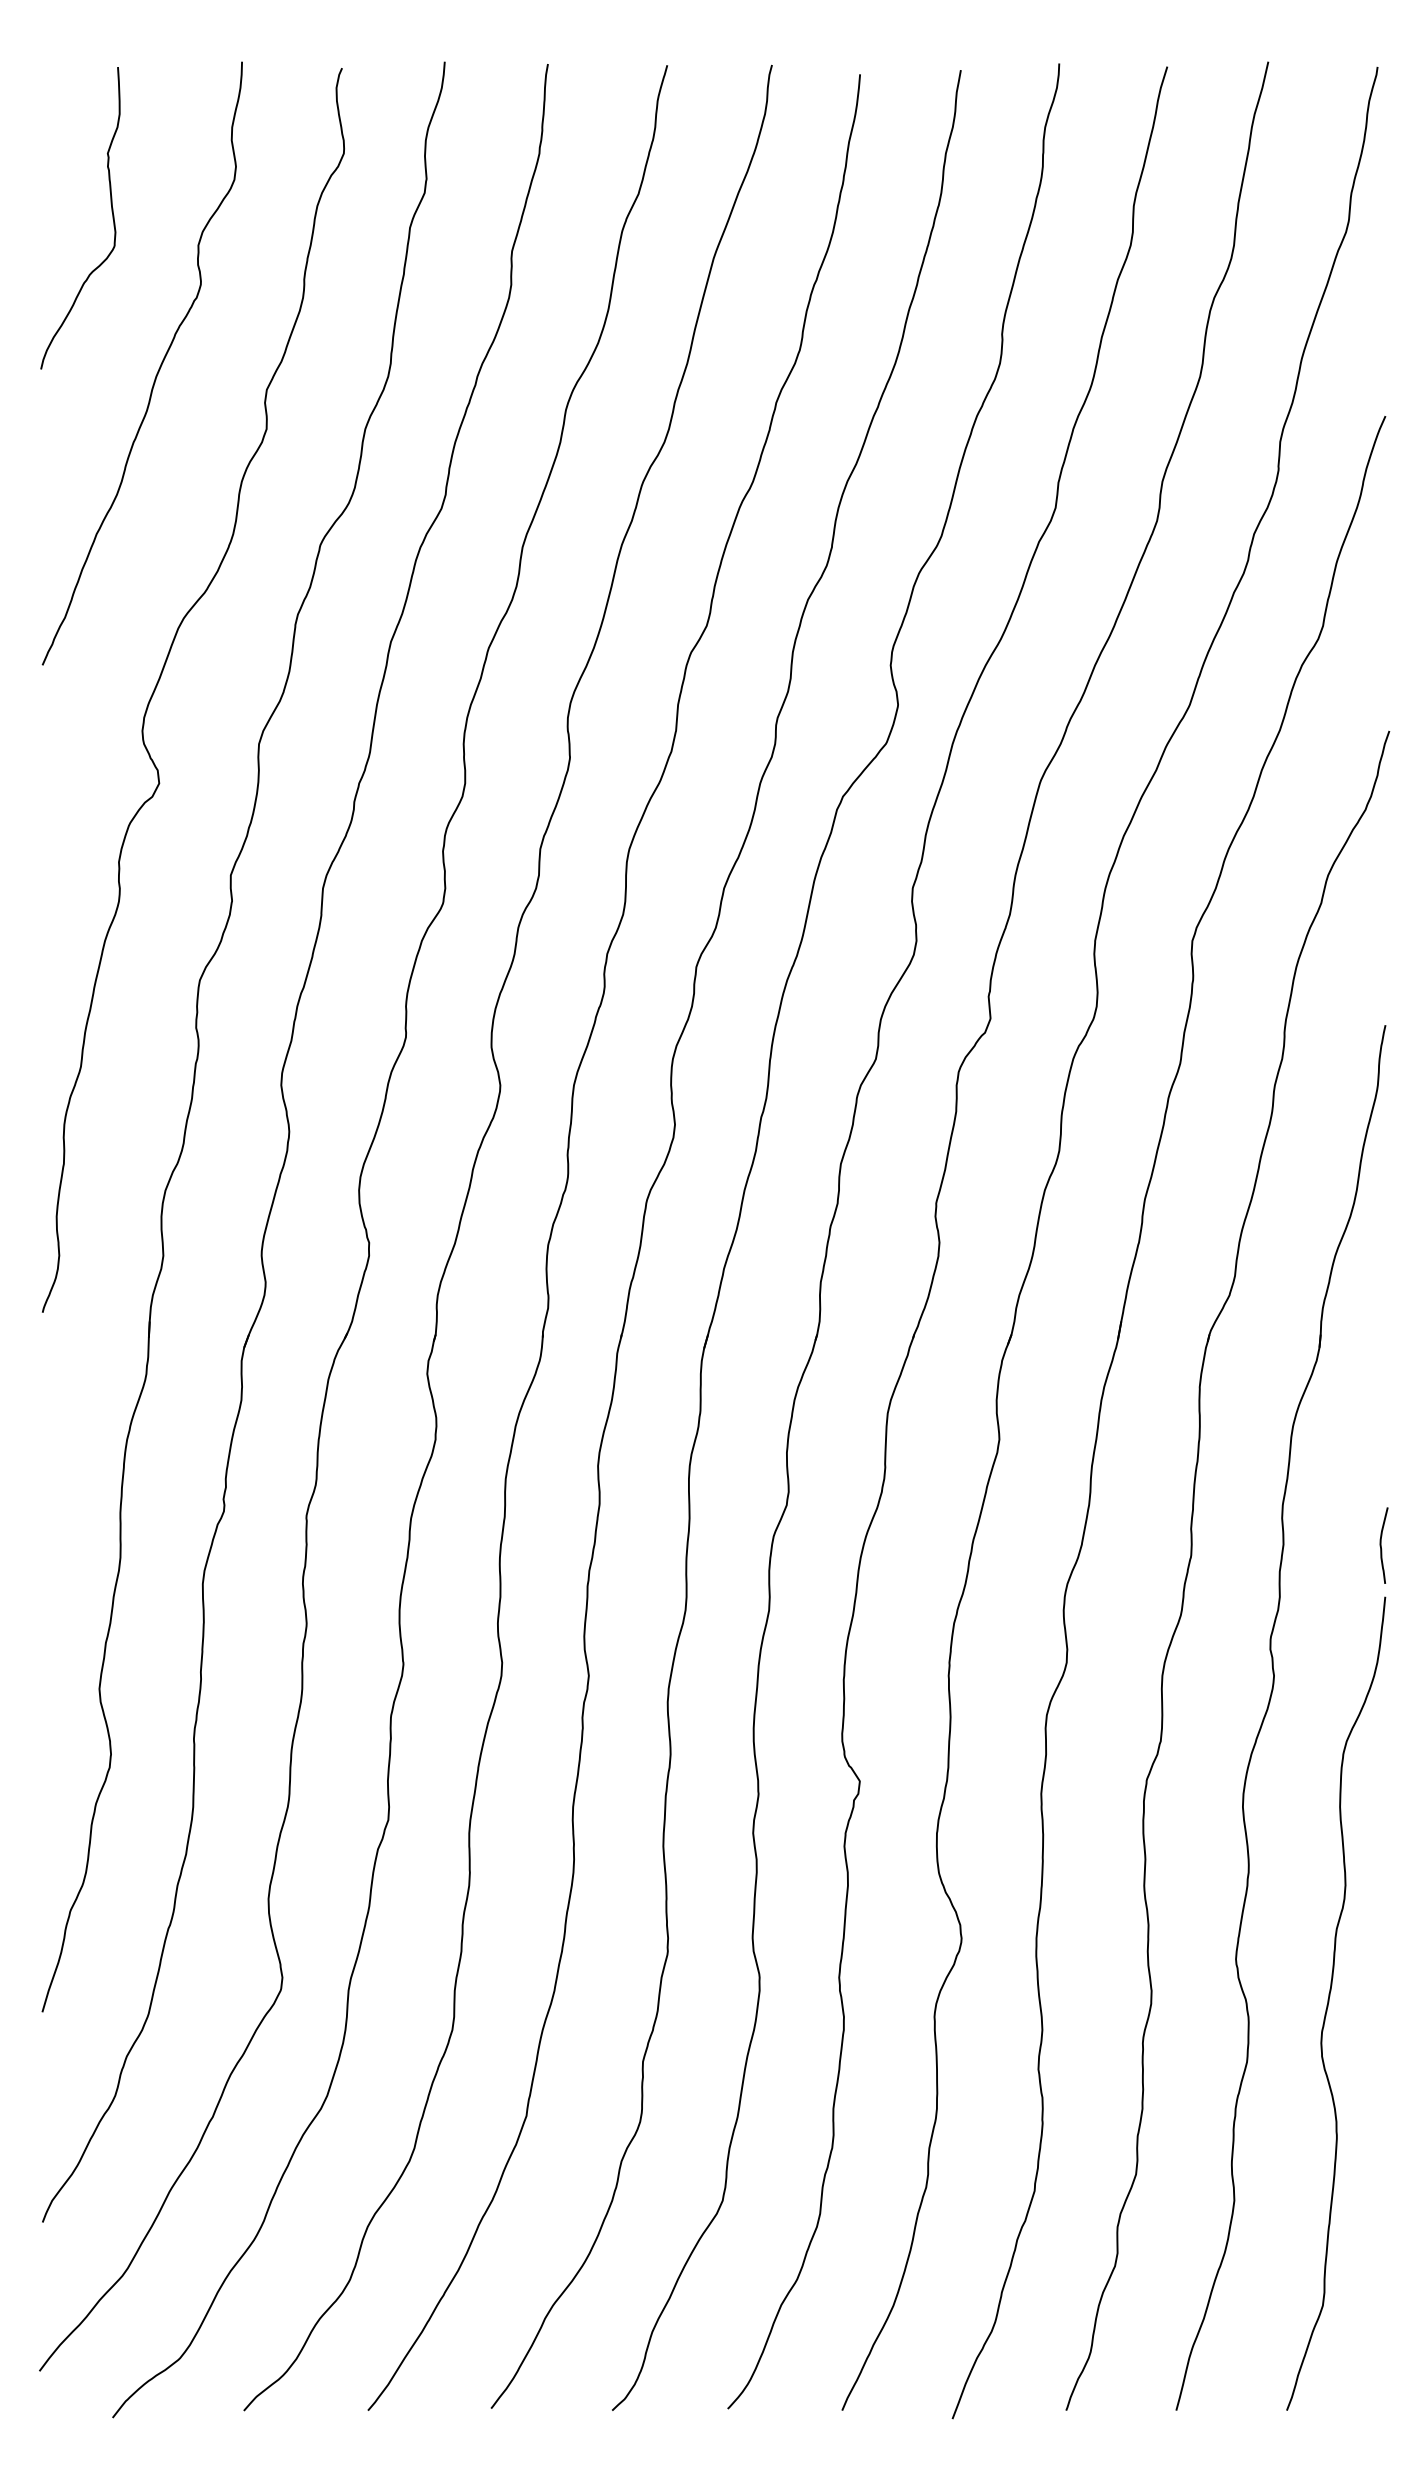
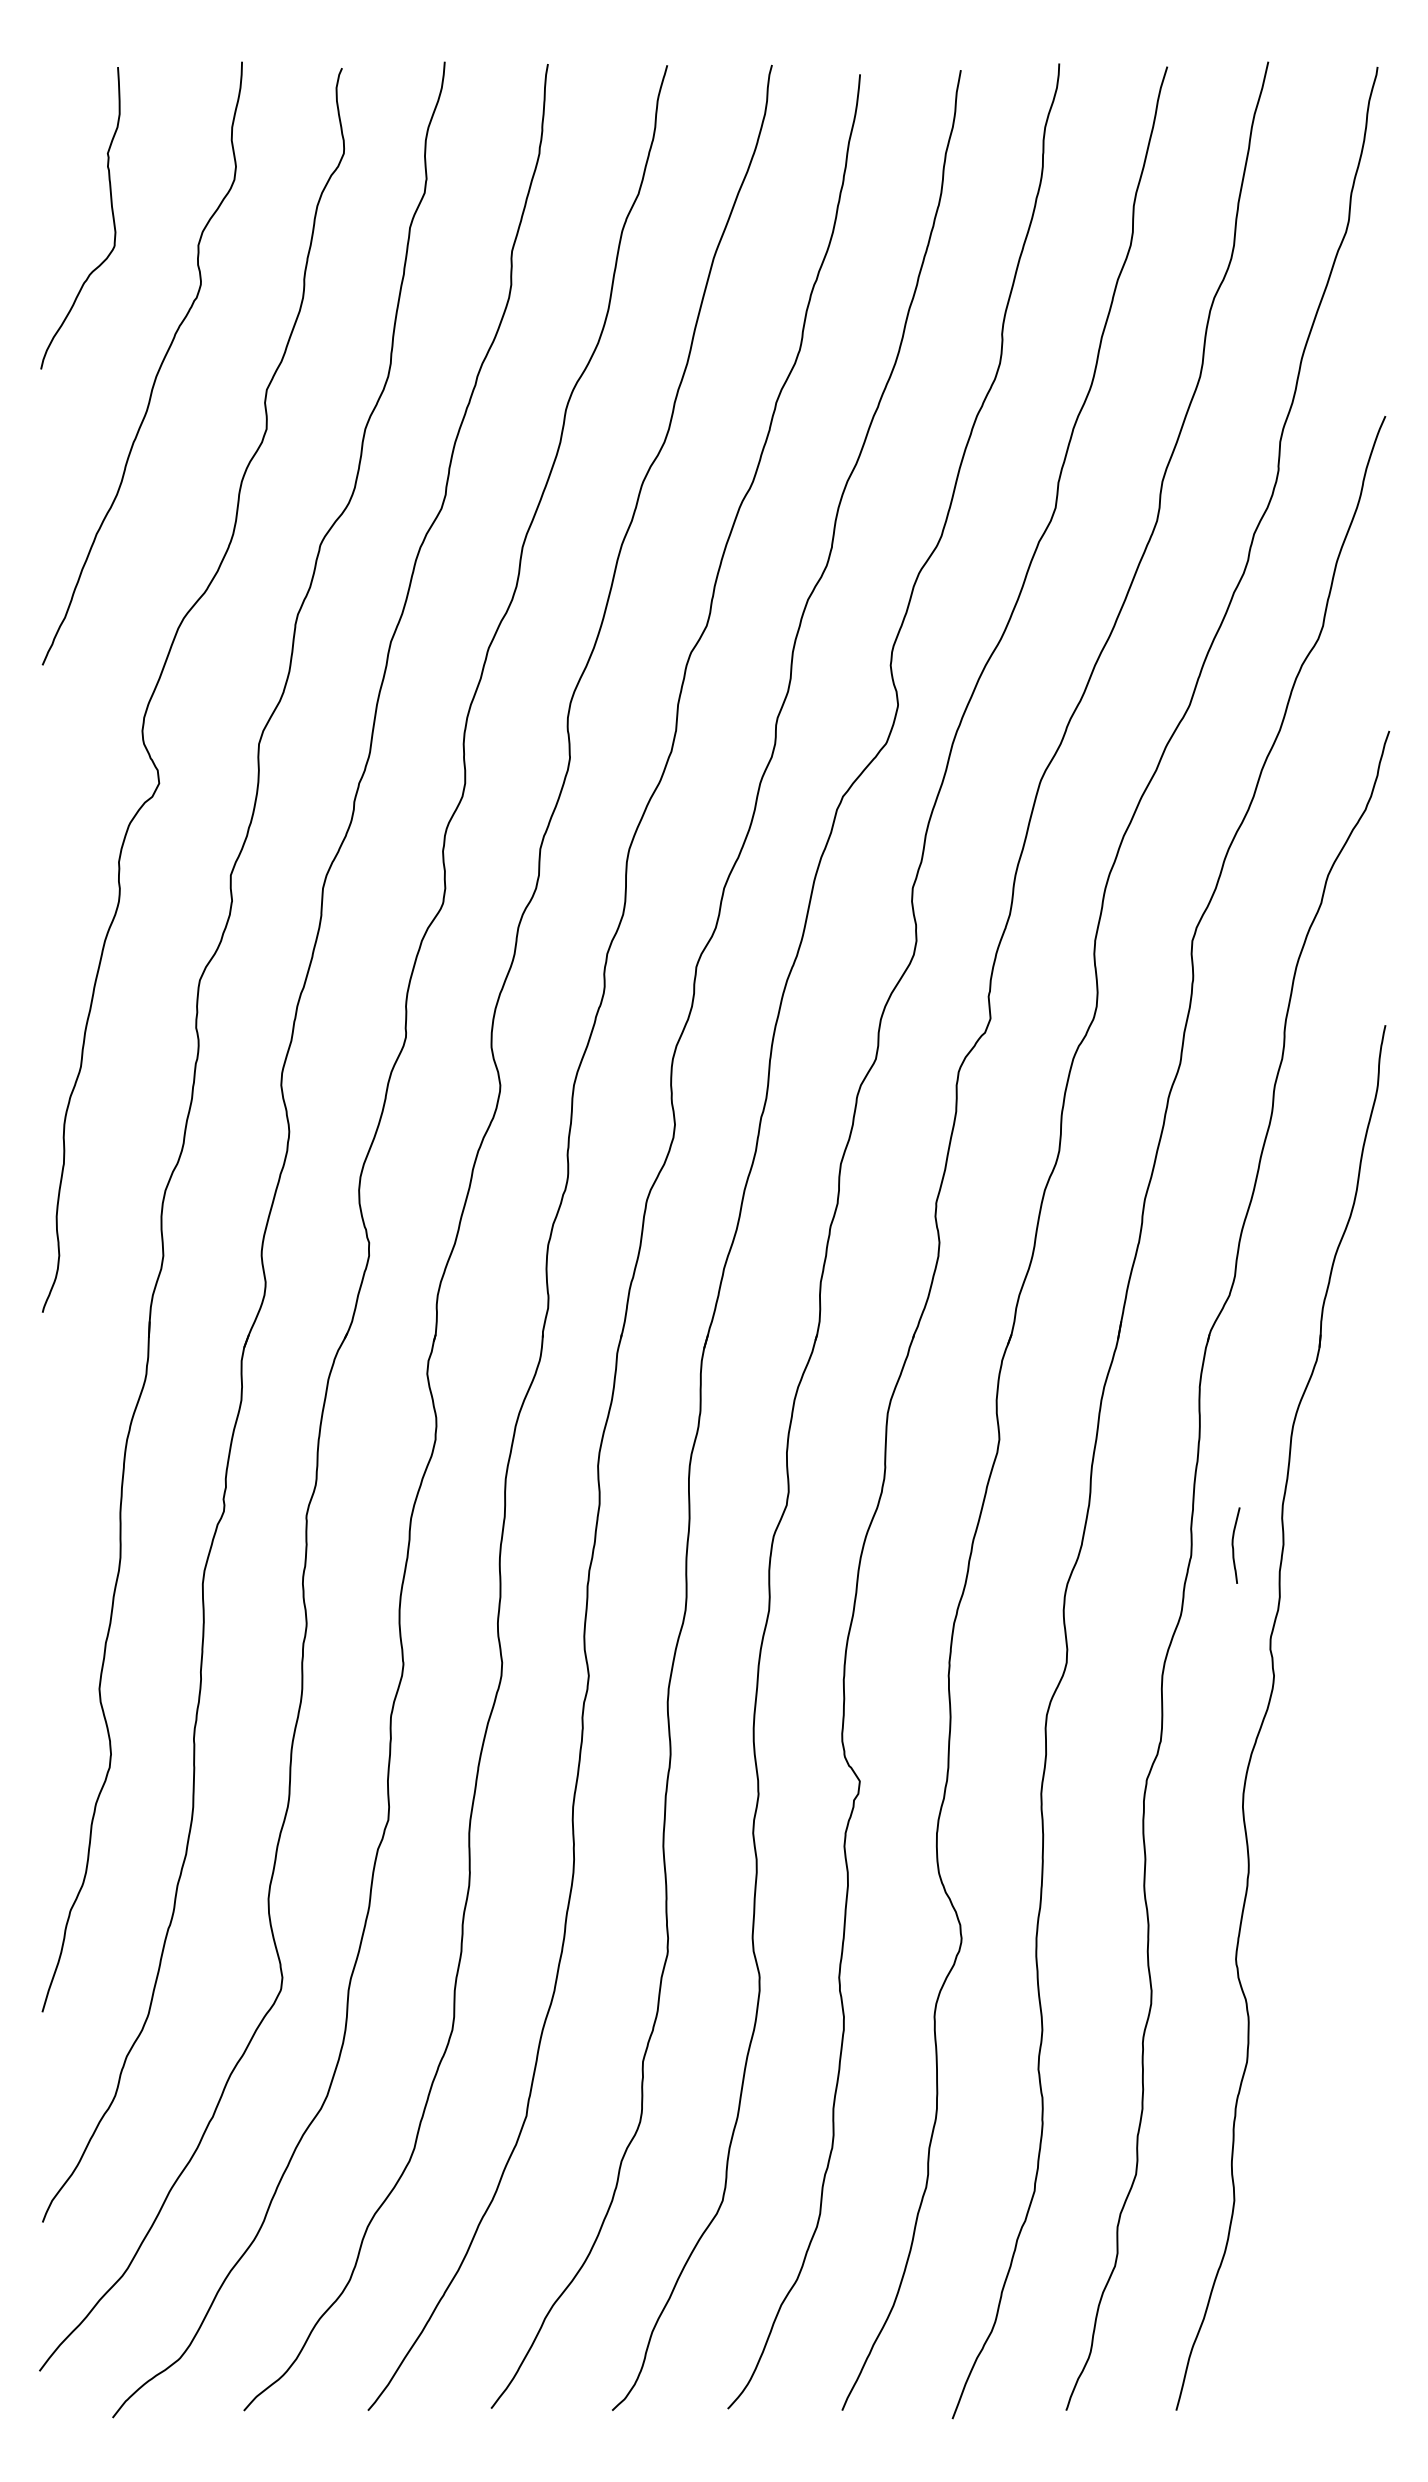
curve at (1381, 1545) position: (1381, 1545) -> (1233, 1545)
curve at (1329, 2002): present -> none
